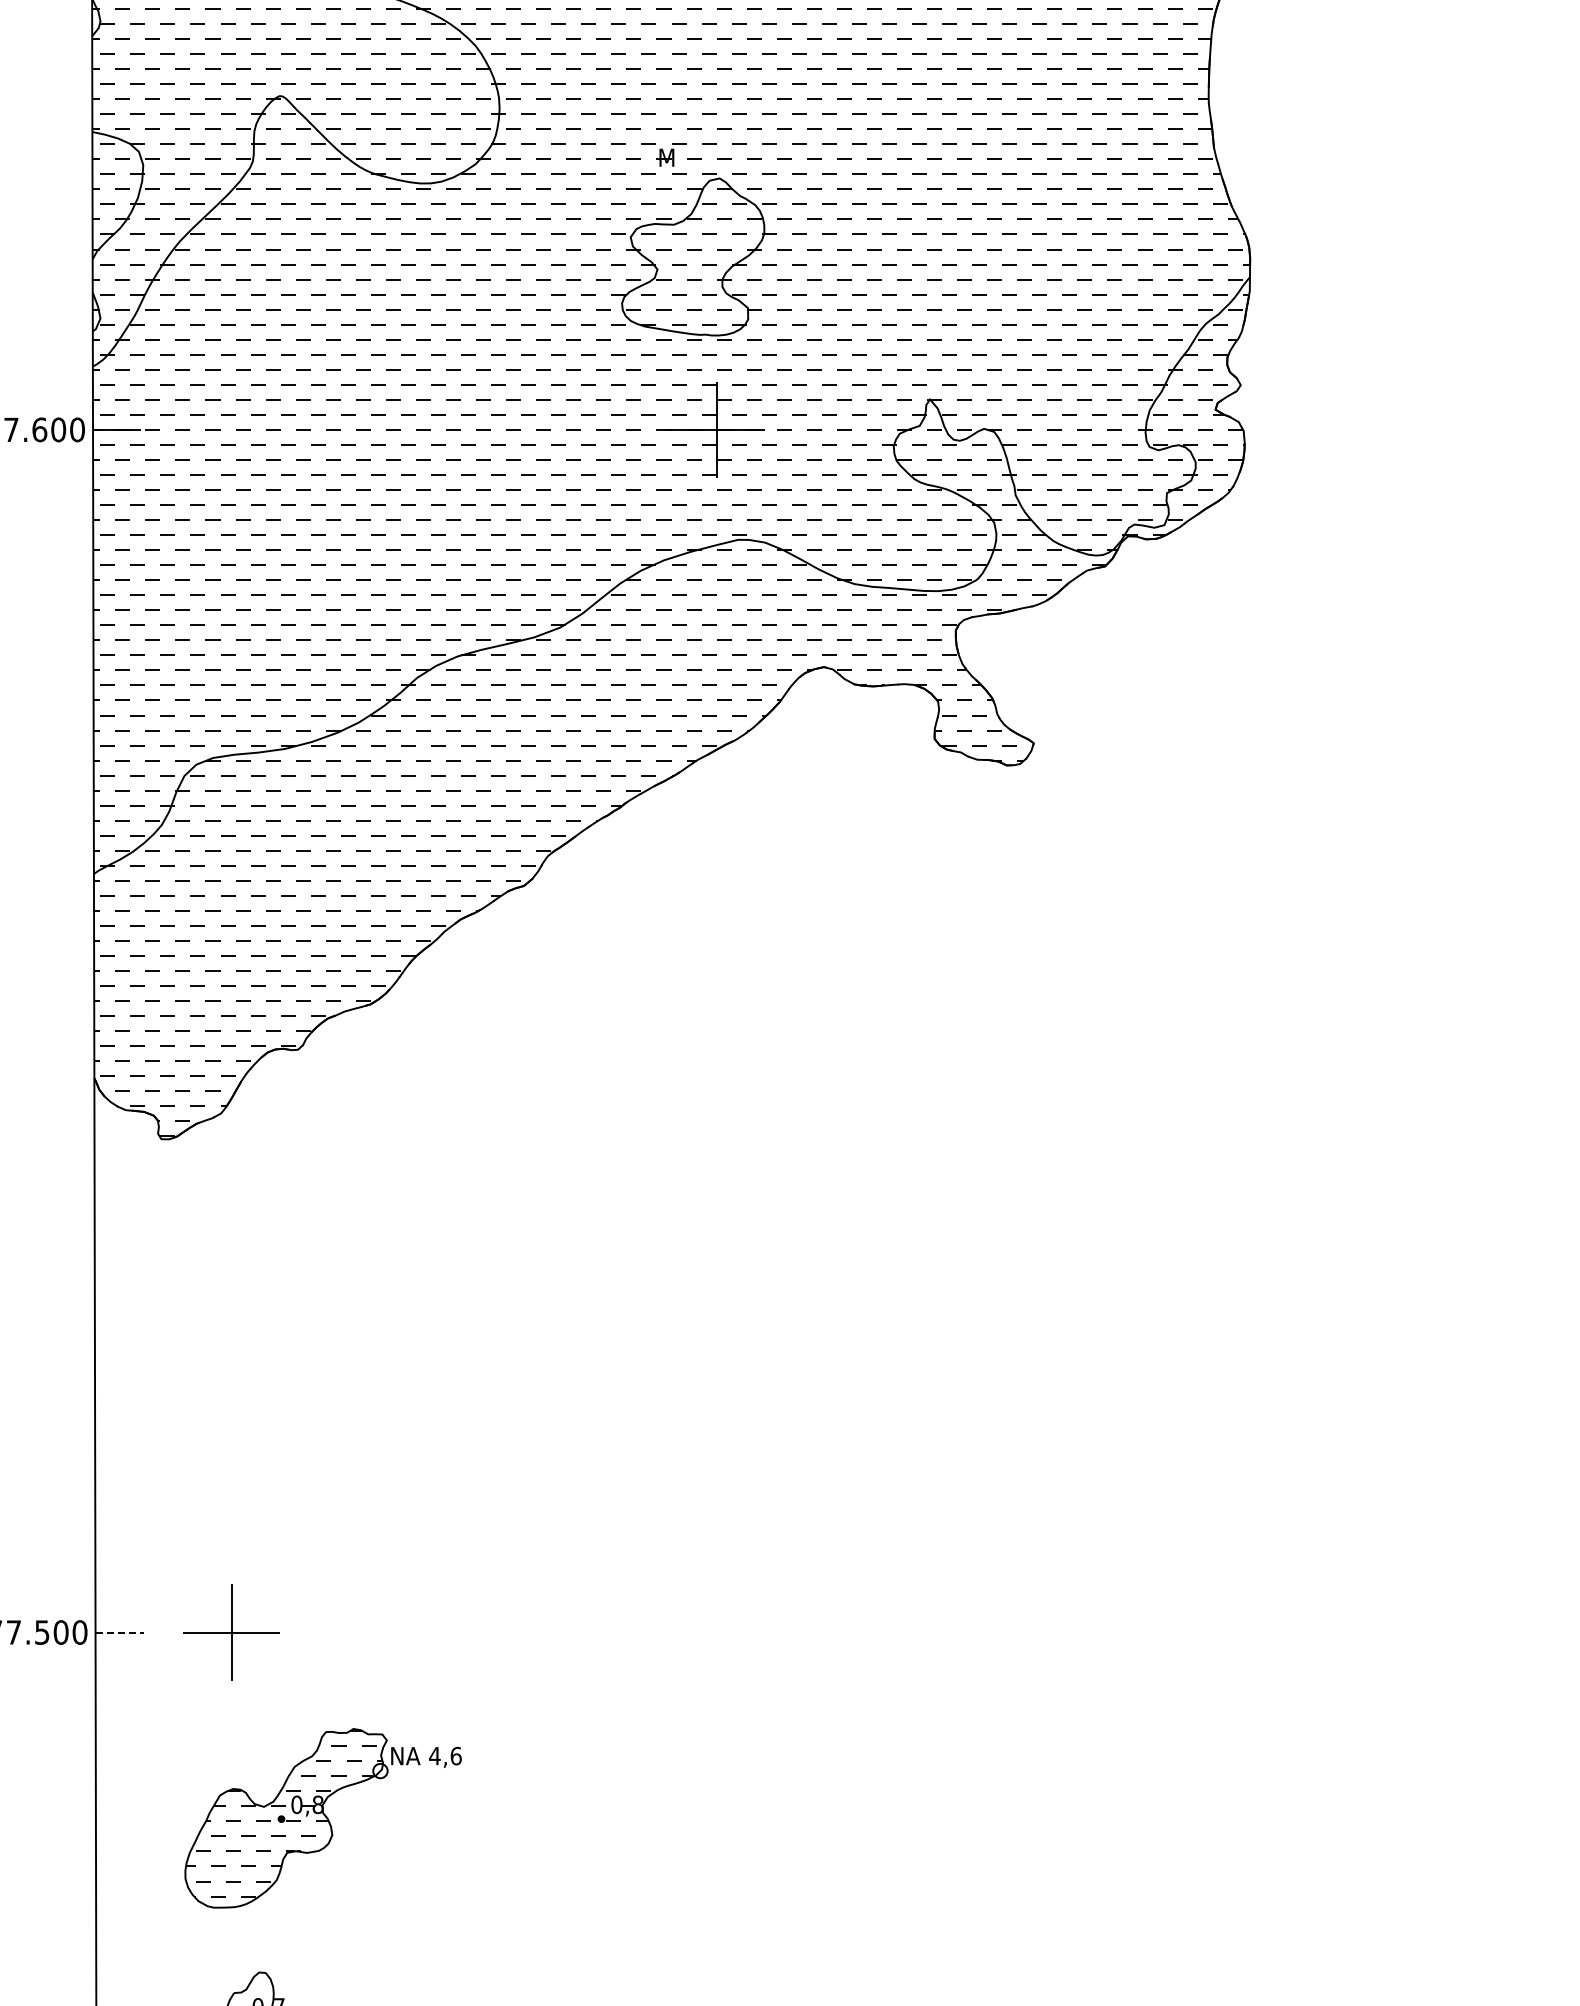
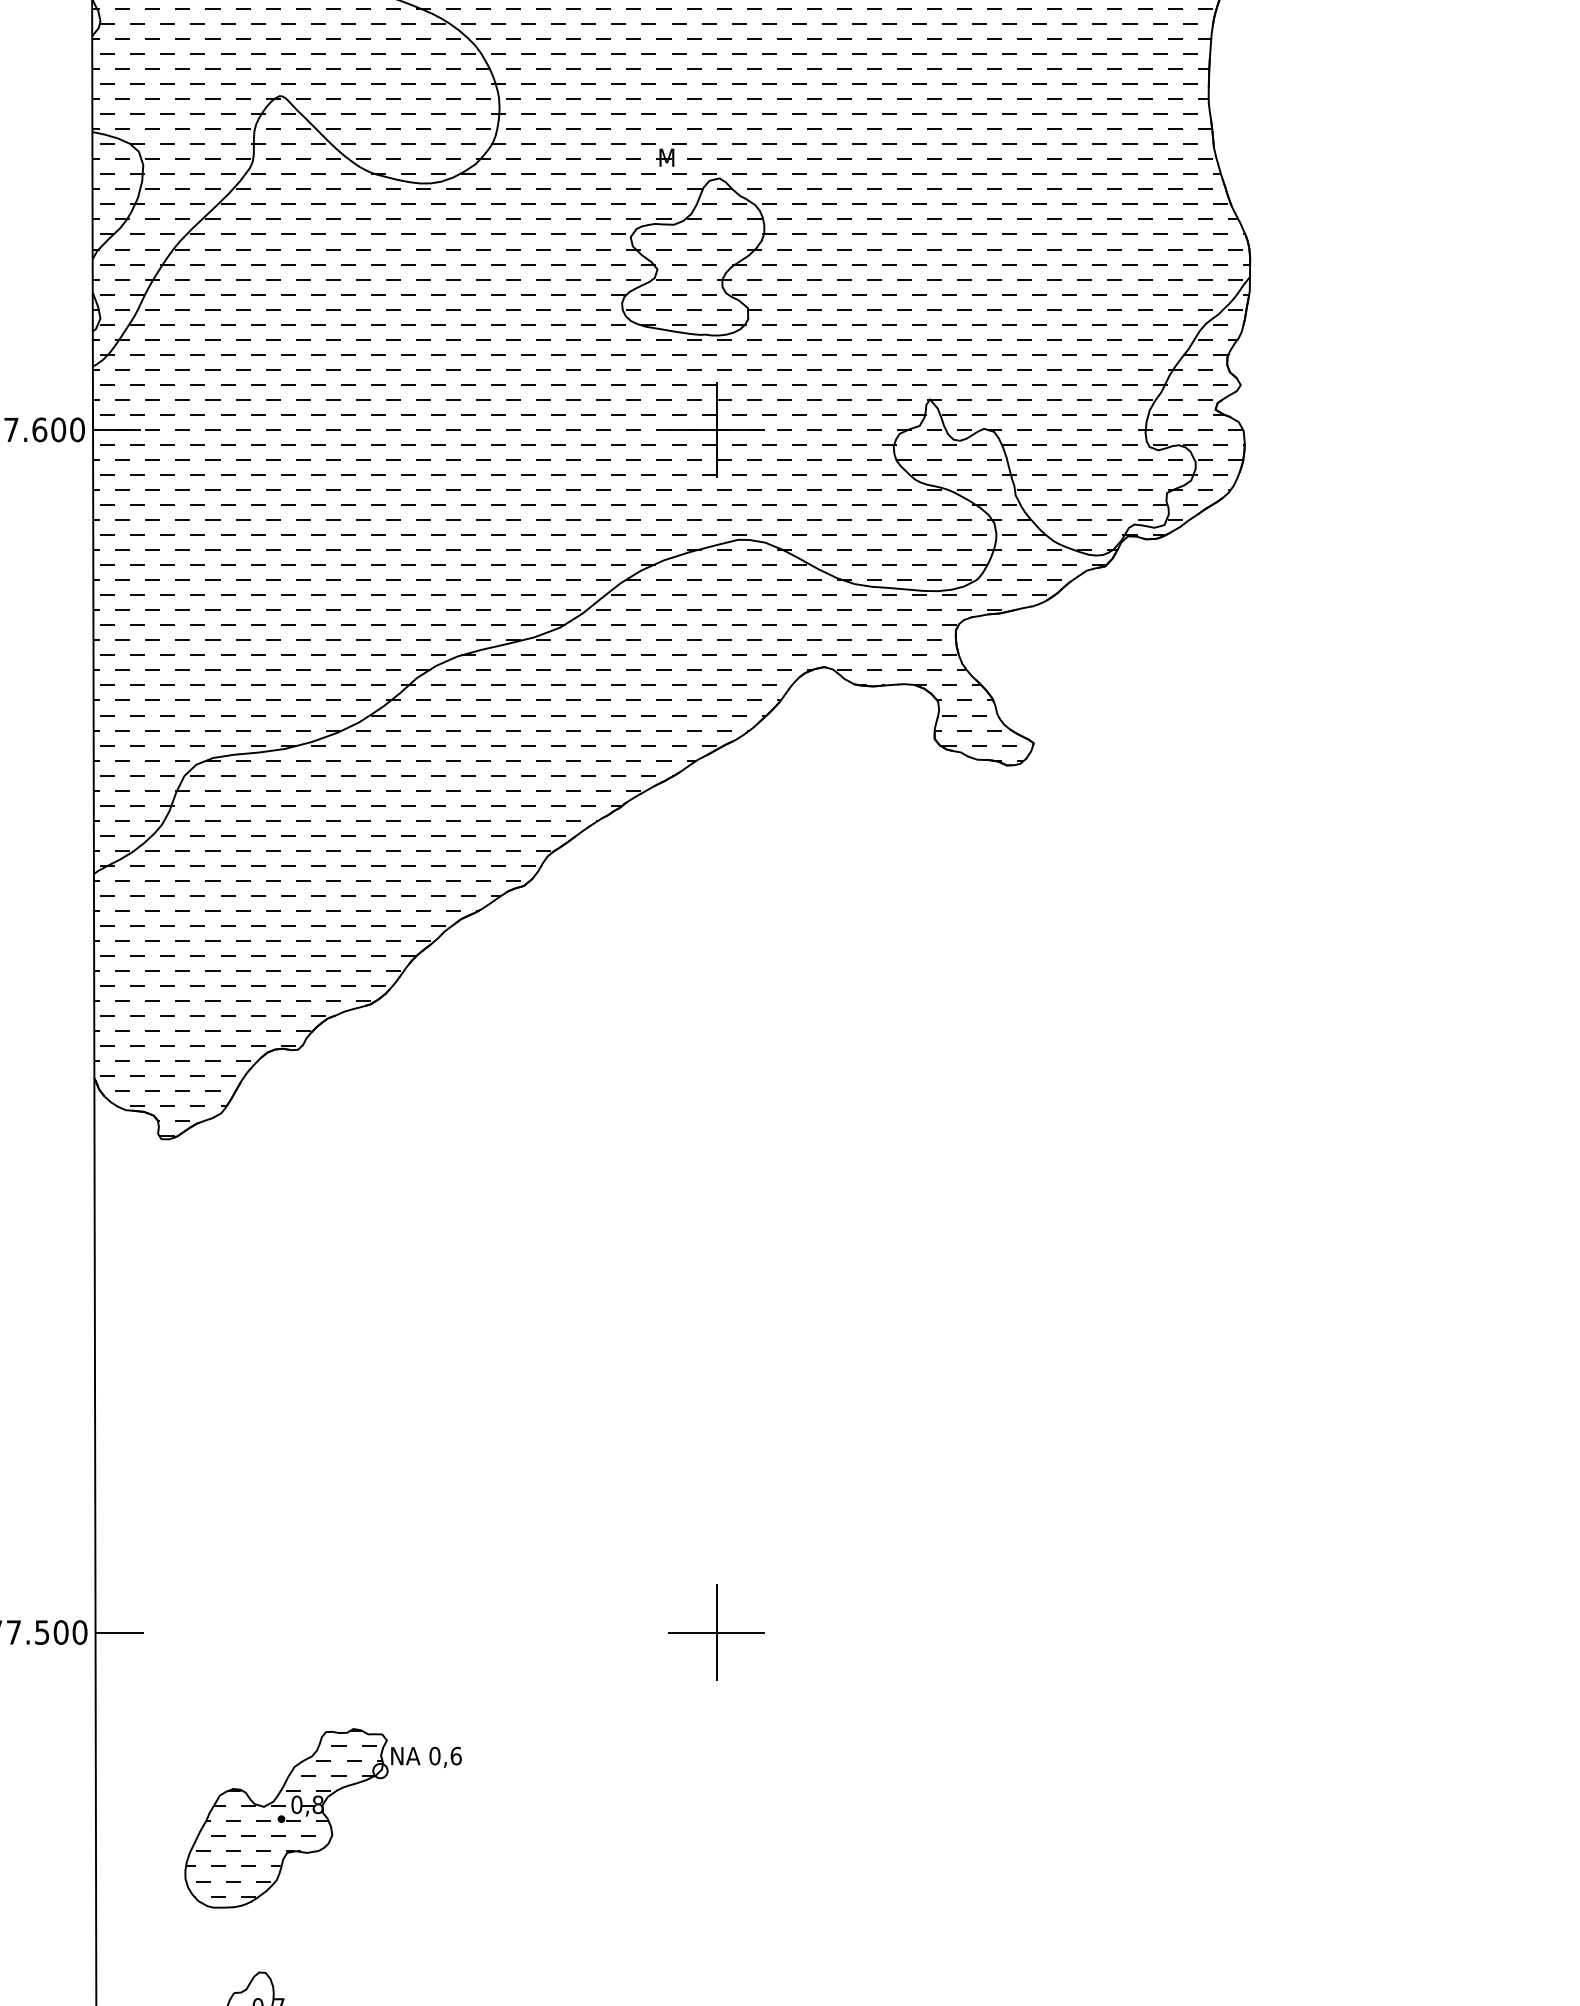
line at (120, 1632): dashed -> solid
part at (231, 1632) position: (231, 1632) -> (716, 1632)
text at (434, 1755): 4,6 -> 0,6
